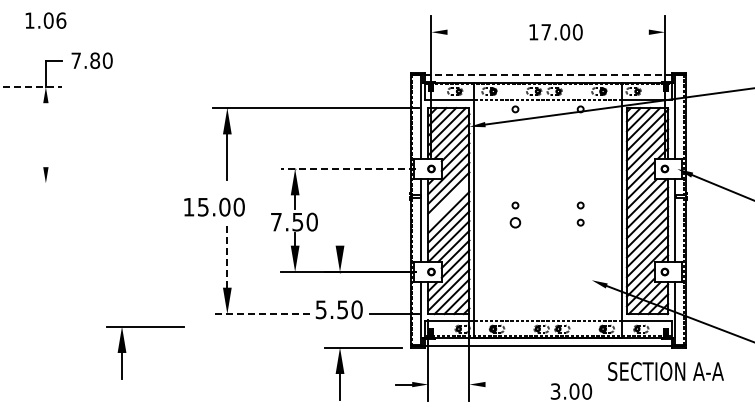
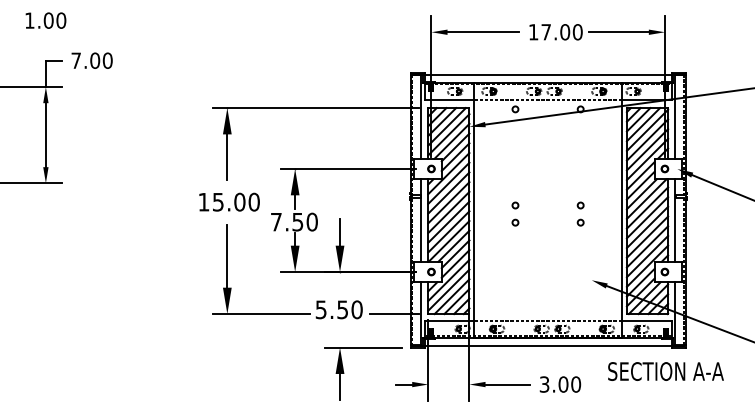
text at (61, 20): 1.06 -> 1.00
line at (483, 32): none -> present
line at (618, 32): none -> present
text at (95, 60): 7.80 -> 7.00
line at (548, 75): dashed -> solid
line at (31, 87): dashed -> solid
line at (45, 135): none -> present
line at (348, 168): dashed -> solid
line at (31, 183): none -> present
line at (448, 202): none -> present
text at (214, 206) position: (214, 206) -> (229, 201)
circle at (515, 222) size: 13x12 px -> 9x9 px
line at (340, 232): none -> present
line at (227, 256): dashed -> solid
line at (261, 314): dashed -> solid
part at (126, 352): present -> none
line at (507, 384): none -> present
text at (571, 391) position: (571, 391) -> (560, 384)
